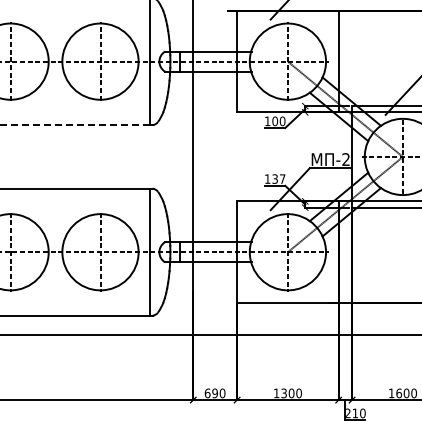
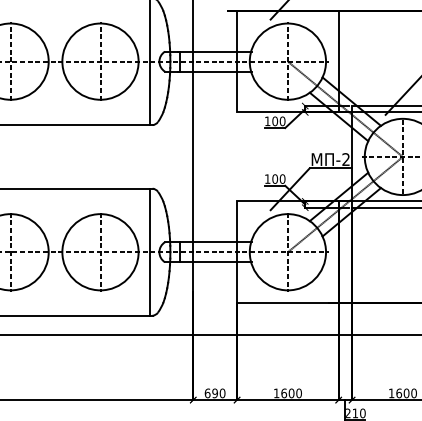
line at (75, 125): dashed -> solid
text at (278, 178): 137 -> 100
text at (284, 393): 1300 -> 1600
